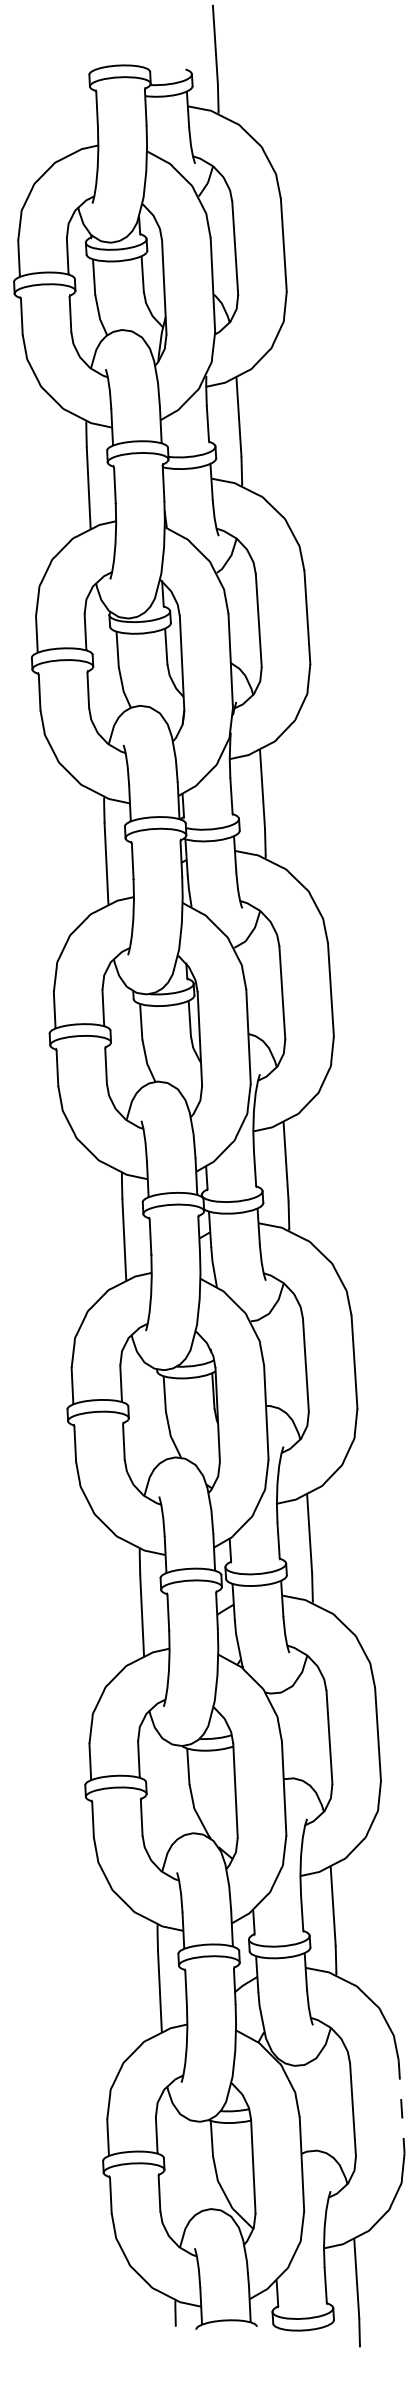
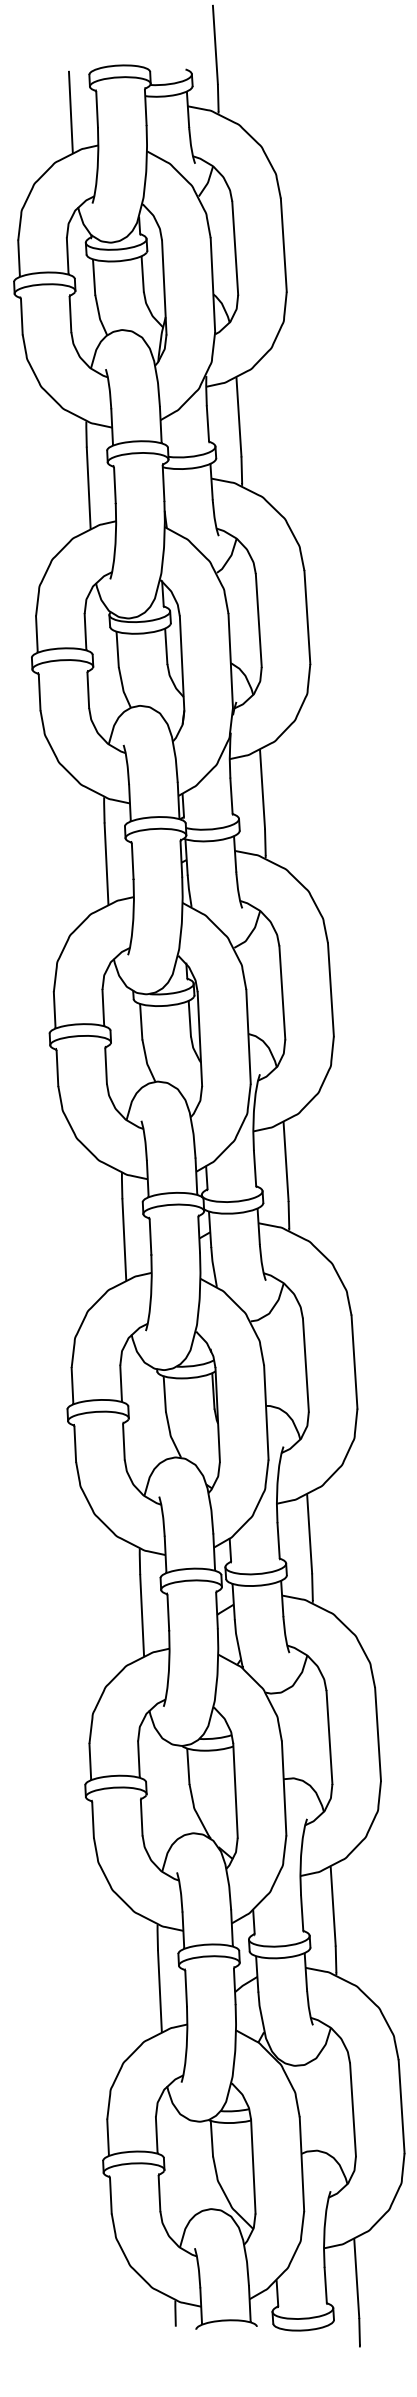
line at (70, 111): none -> present
line at (401, 2106): dashed -> solid
